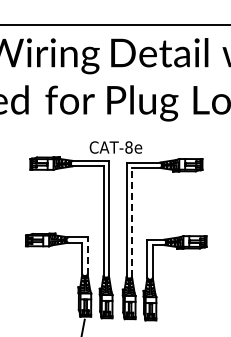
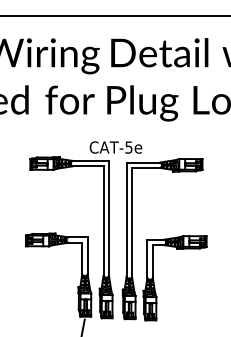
line at (114, 25) position: (114, 25) -> (114, 16)
text at (128, 147): CAT-8e -> CAT-5e
line at (132, 222): dashed -> solid
line at (87, 255): dashed -> solid
